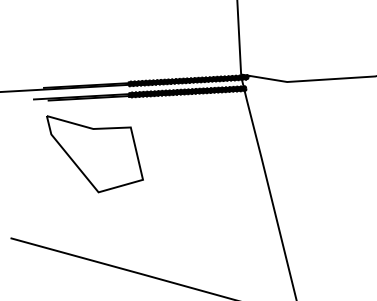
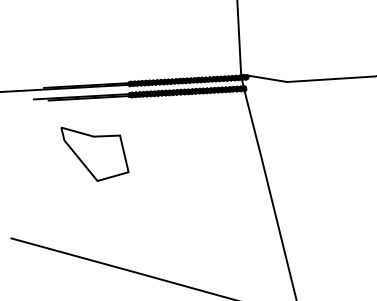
part at (94, 154) size: 98x79 px -> 70x56 px
